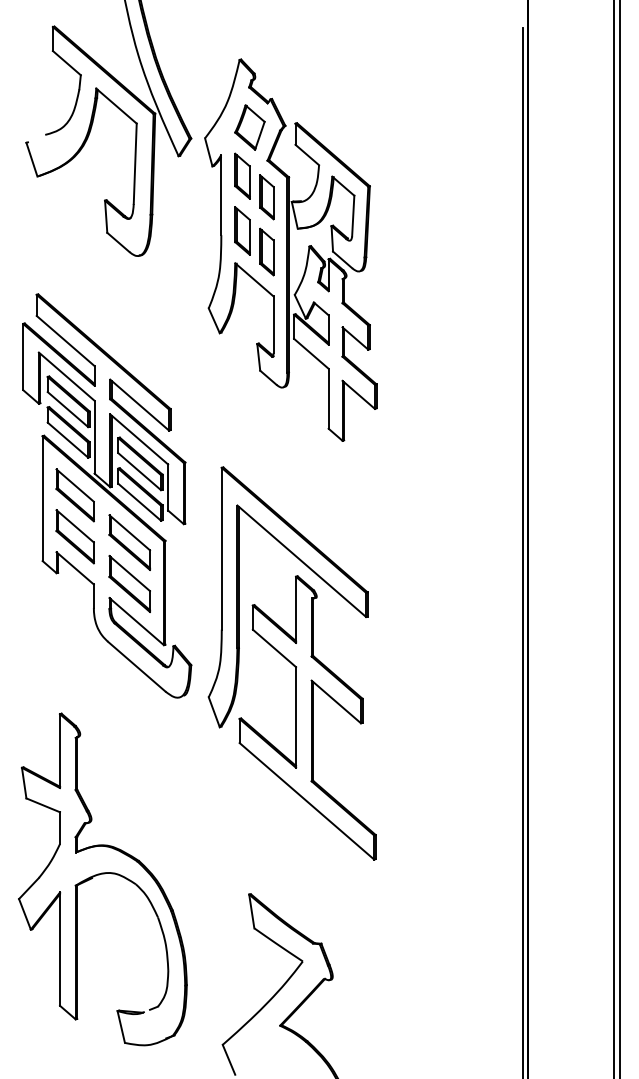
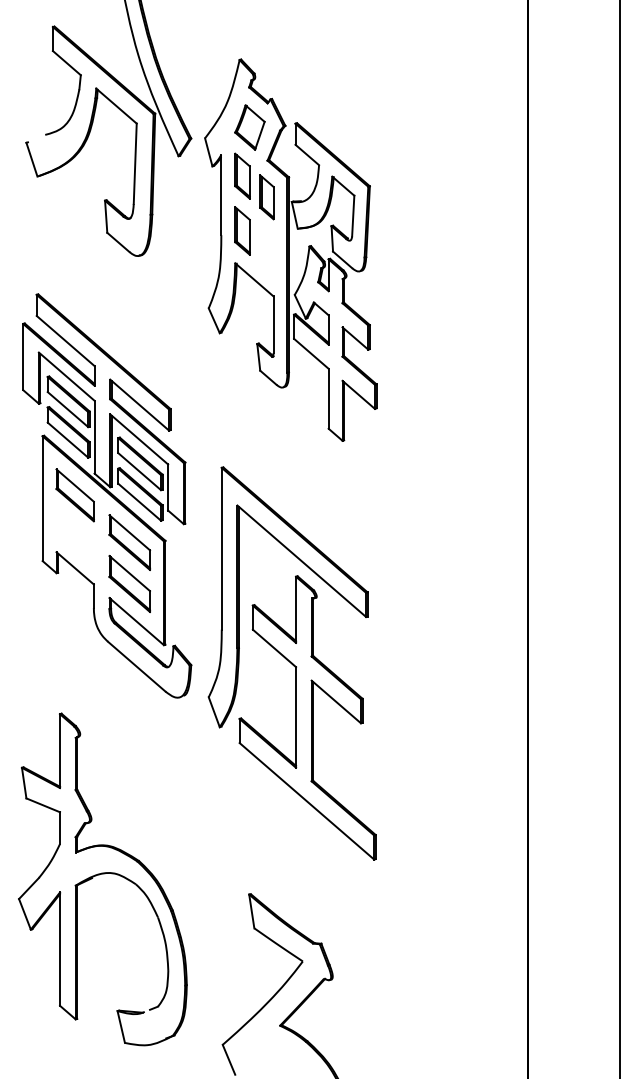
part at (266, 251): present -> none
part at (74, 536): present -> none
line at (614, 538): present -> none
line at (522, 551): present -> none
